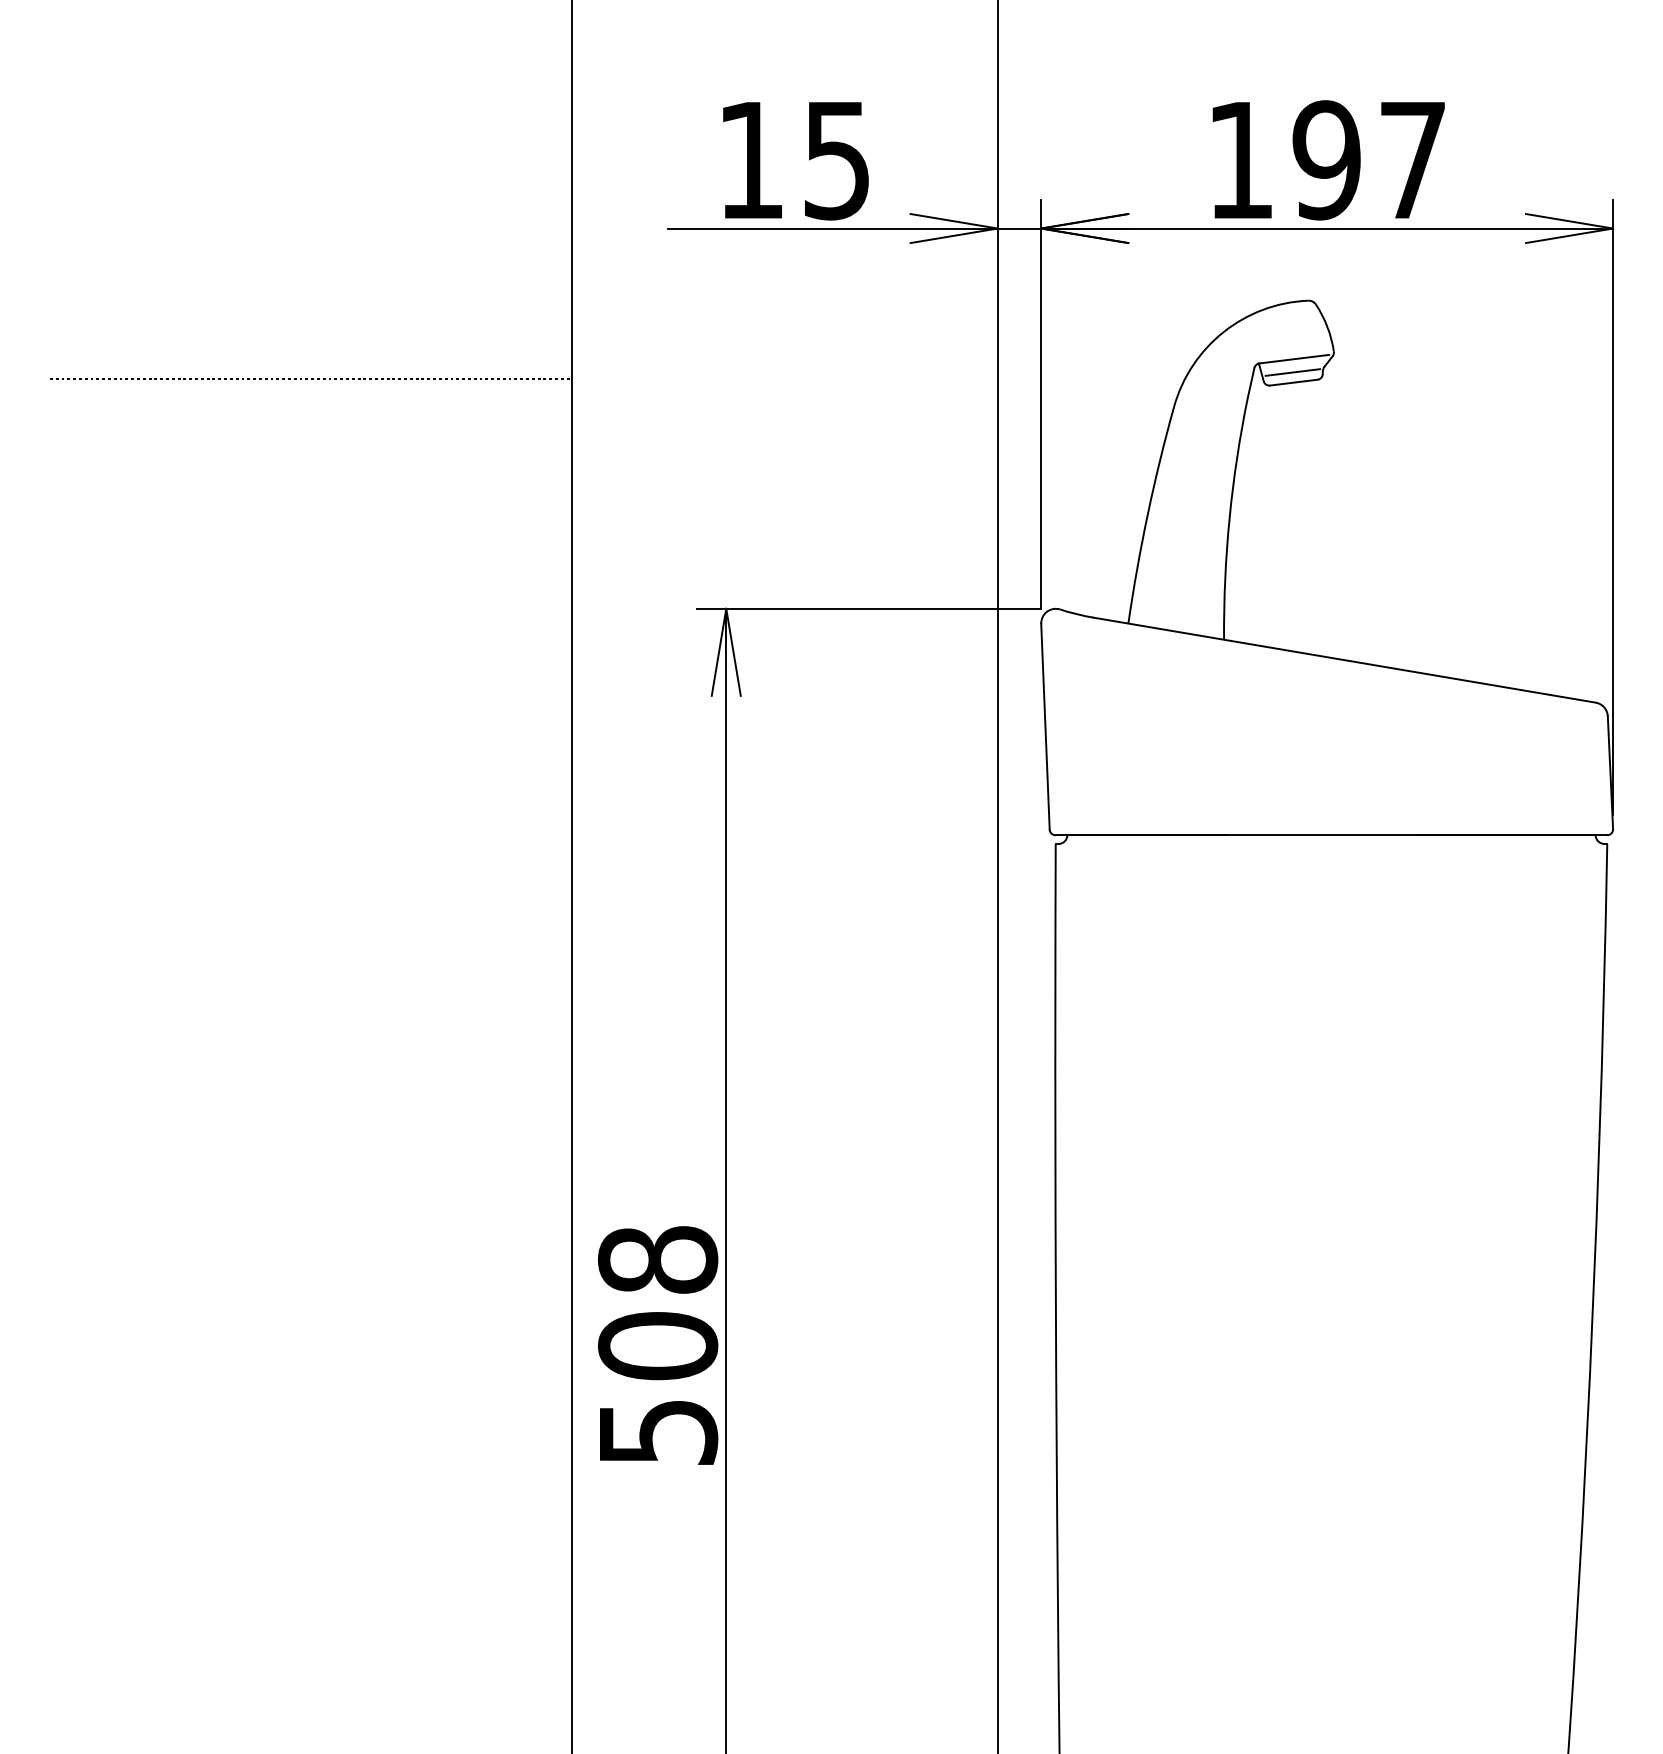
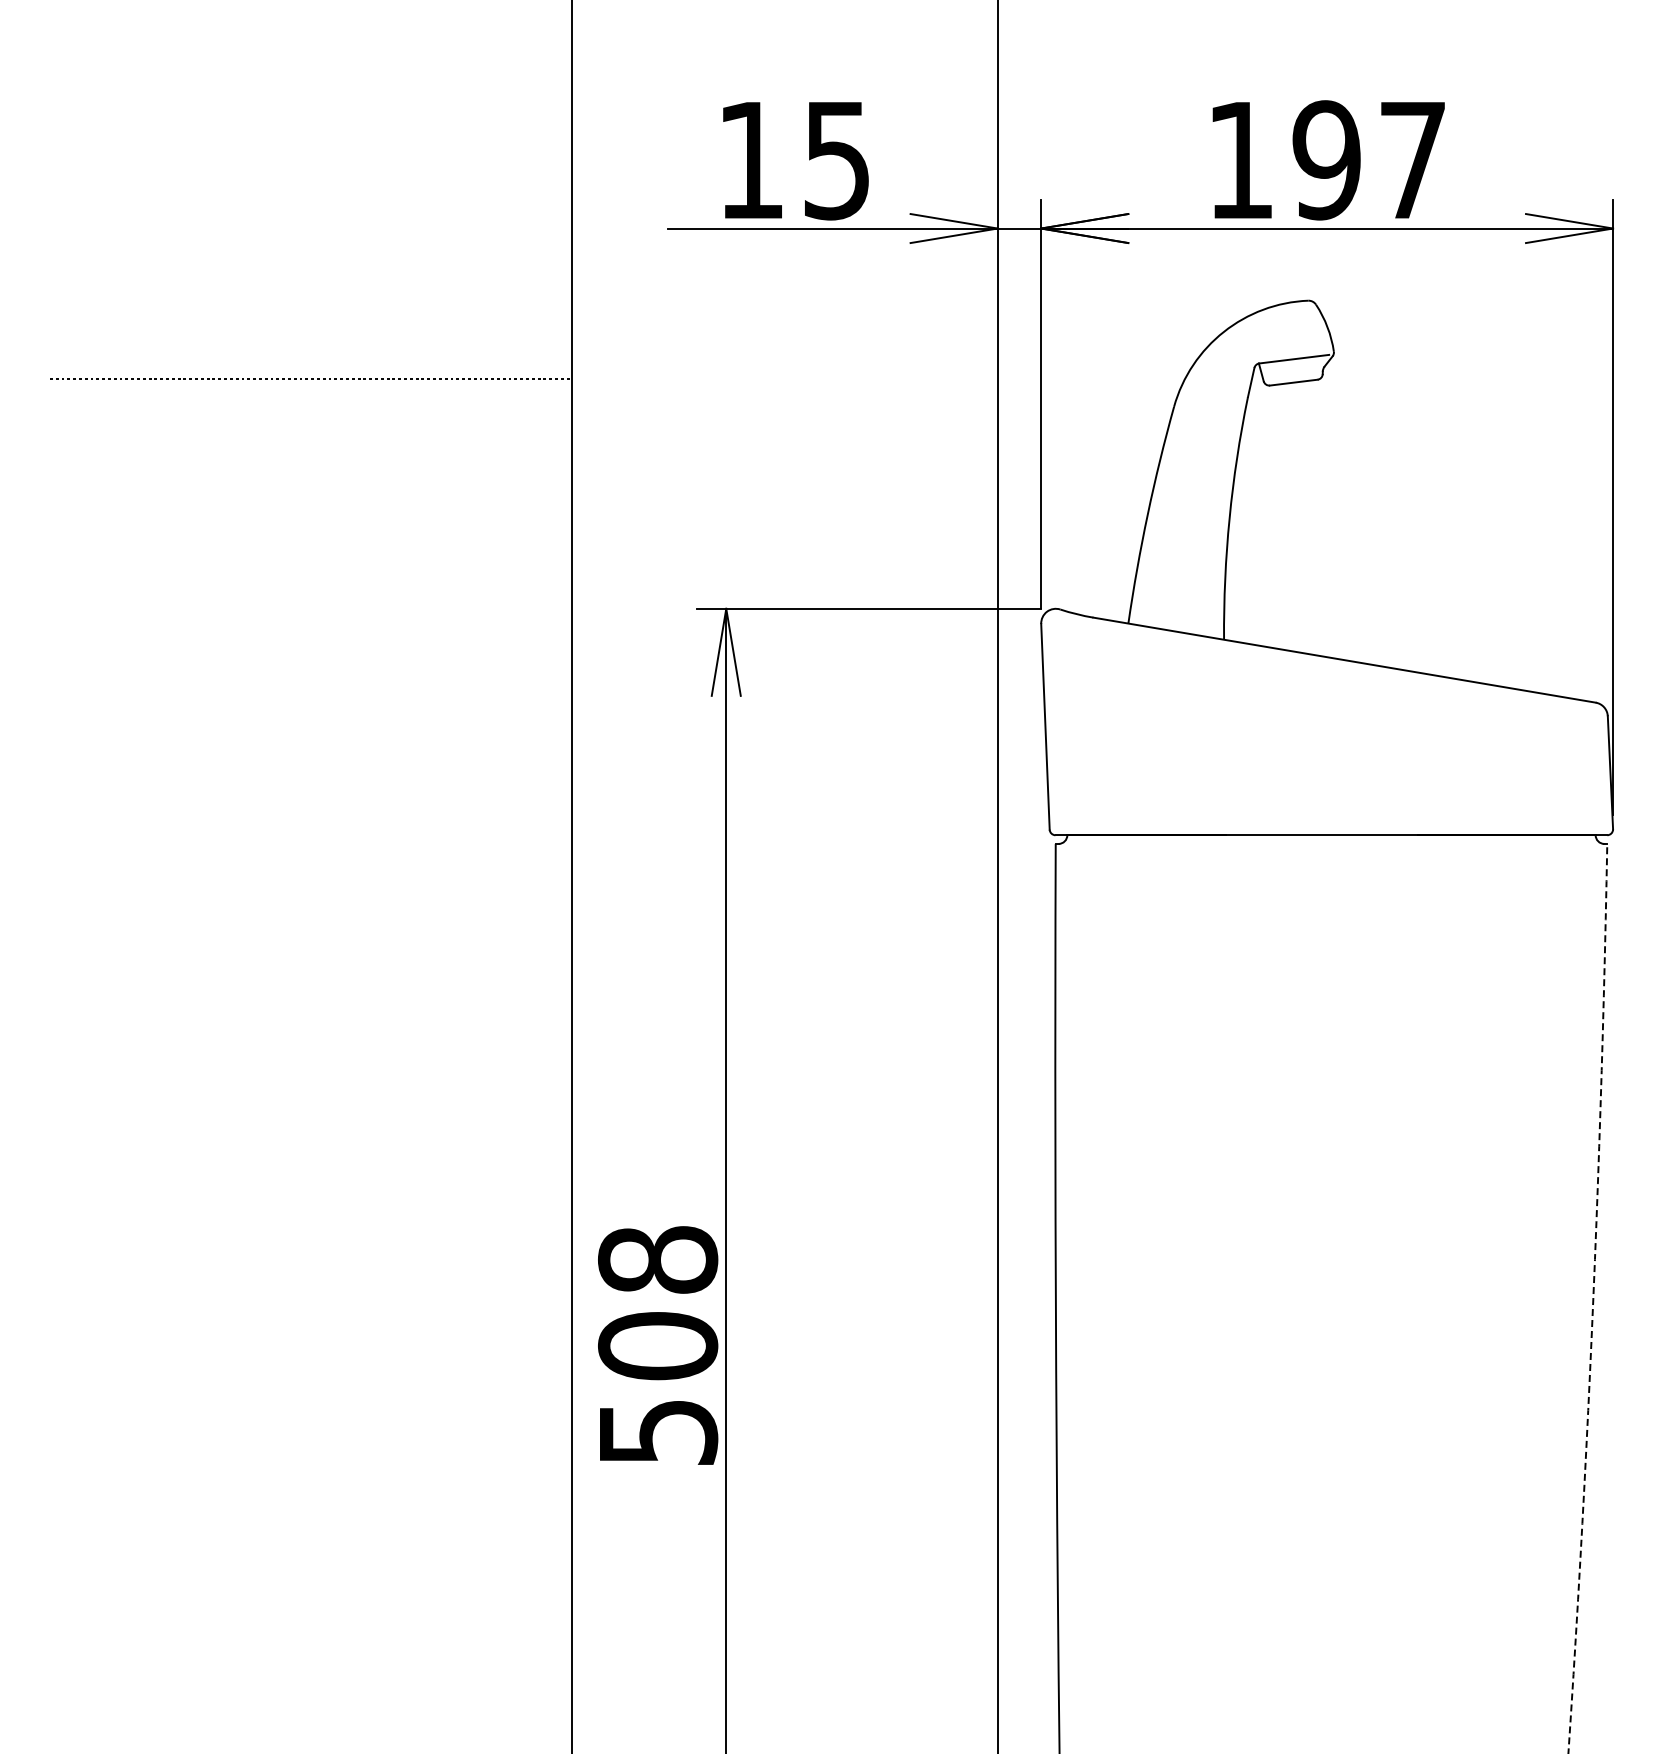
line at (1292, 372): present -> none
arc at (1593, 1299): solid -> dashed
